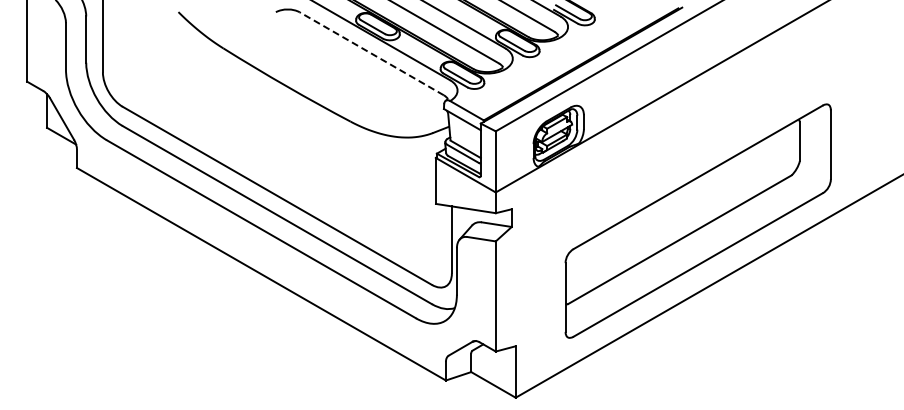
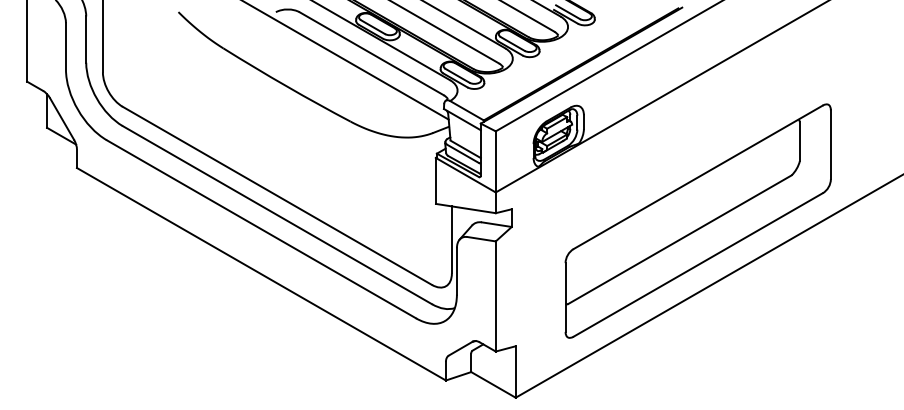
line at (371, 53): dashed -> solid
line at (346, 60): none -> present
